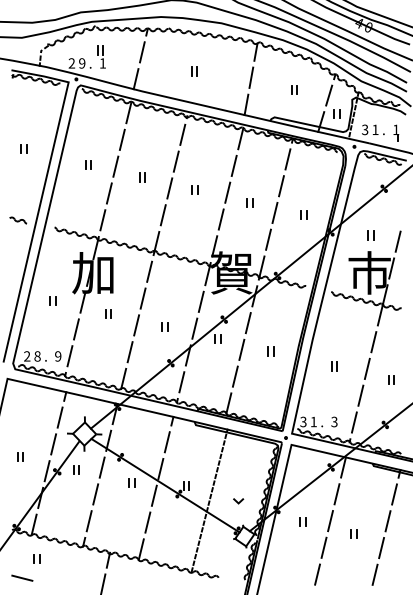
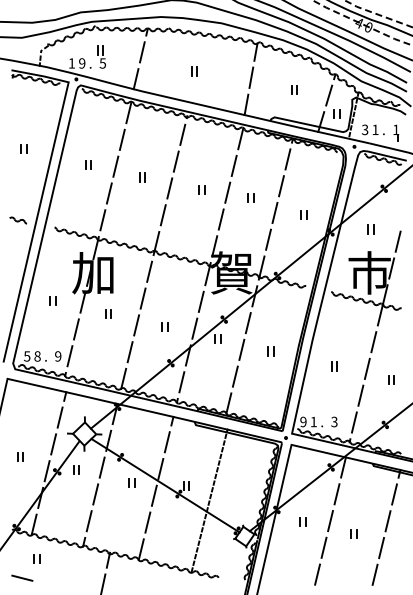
line at (377, 14): solid -> dashed
line at (361, 23): solid -> dashed
text at (71, 63): 2 -> 1
text at (102, 63): 1 -> 5
part at (194, 189) position: (194, 189) -> (201, 189)
part at (249, 202) position: (249, 202) -> (250, 197)
part at (370, 235) position: (370, 235) -> (370, 229)
text at (27, 356): 2 -> 5
text at (303, 422): 3 -> 9
line at (238, 501): present -> none
